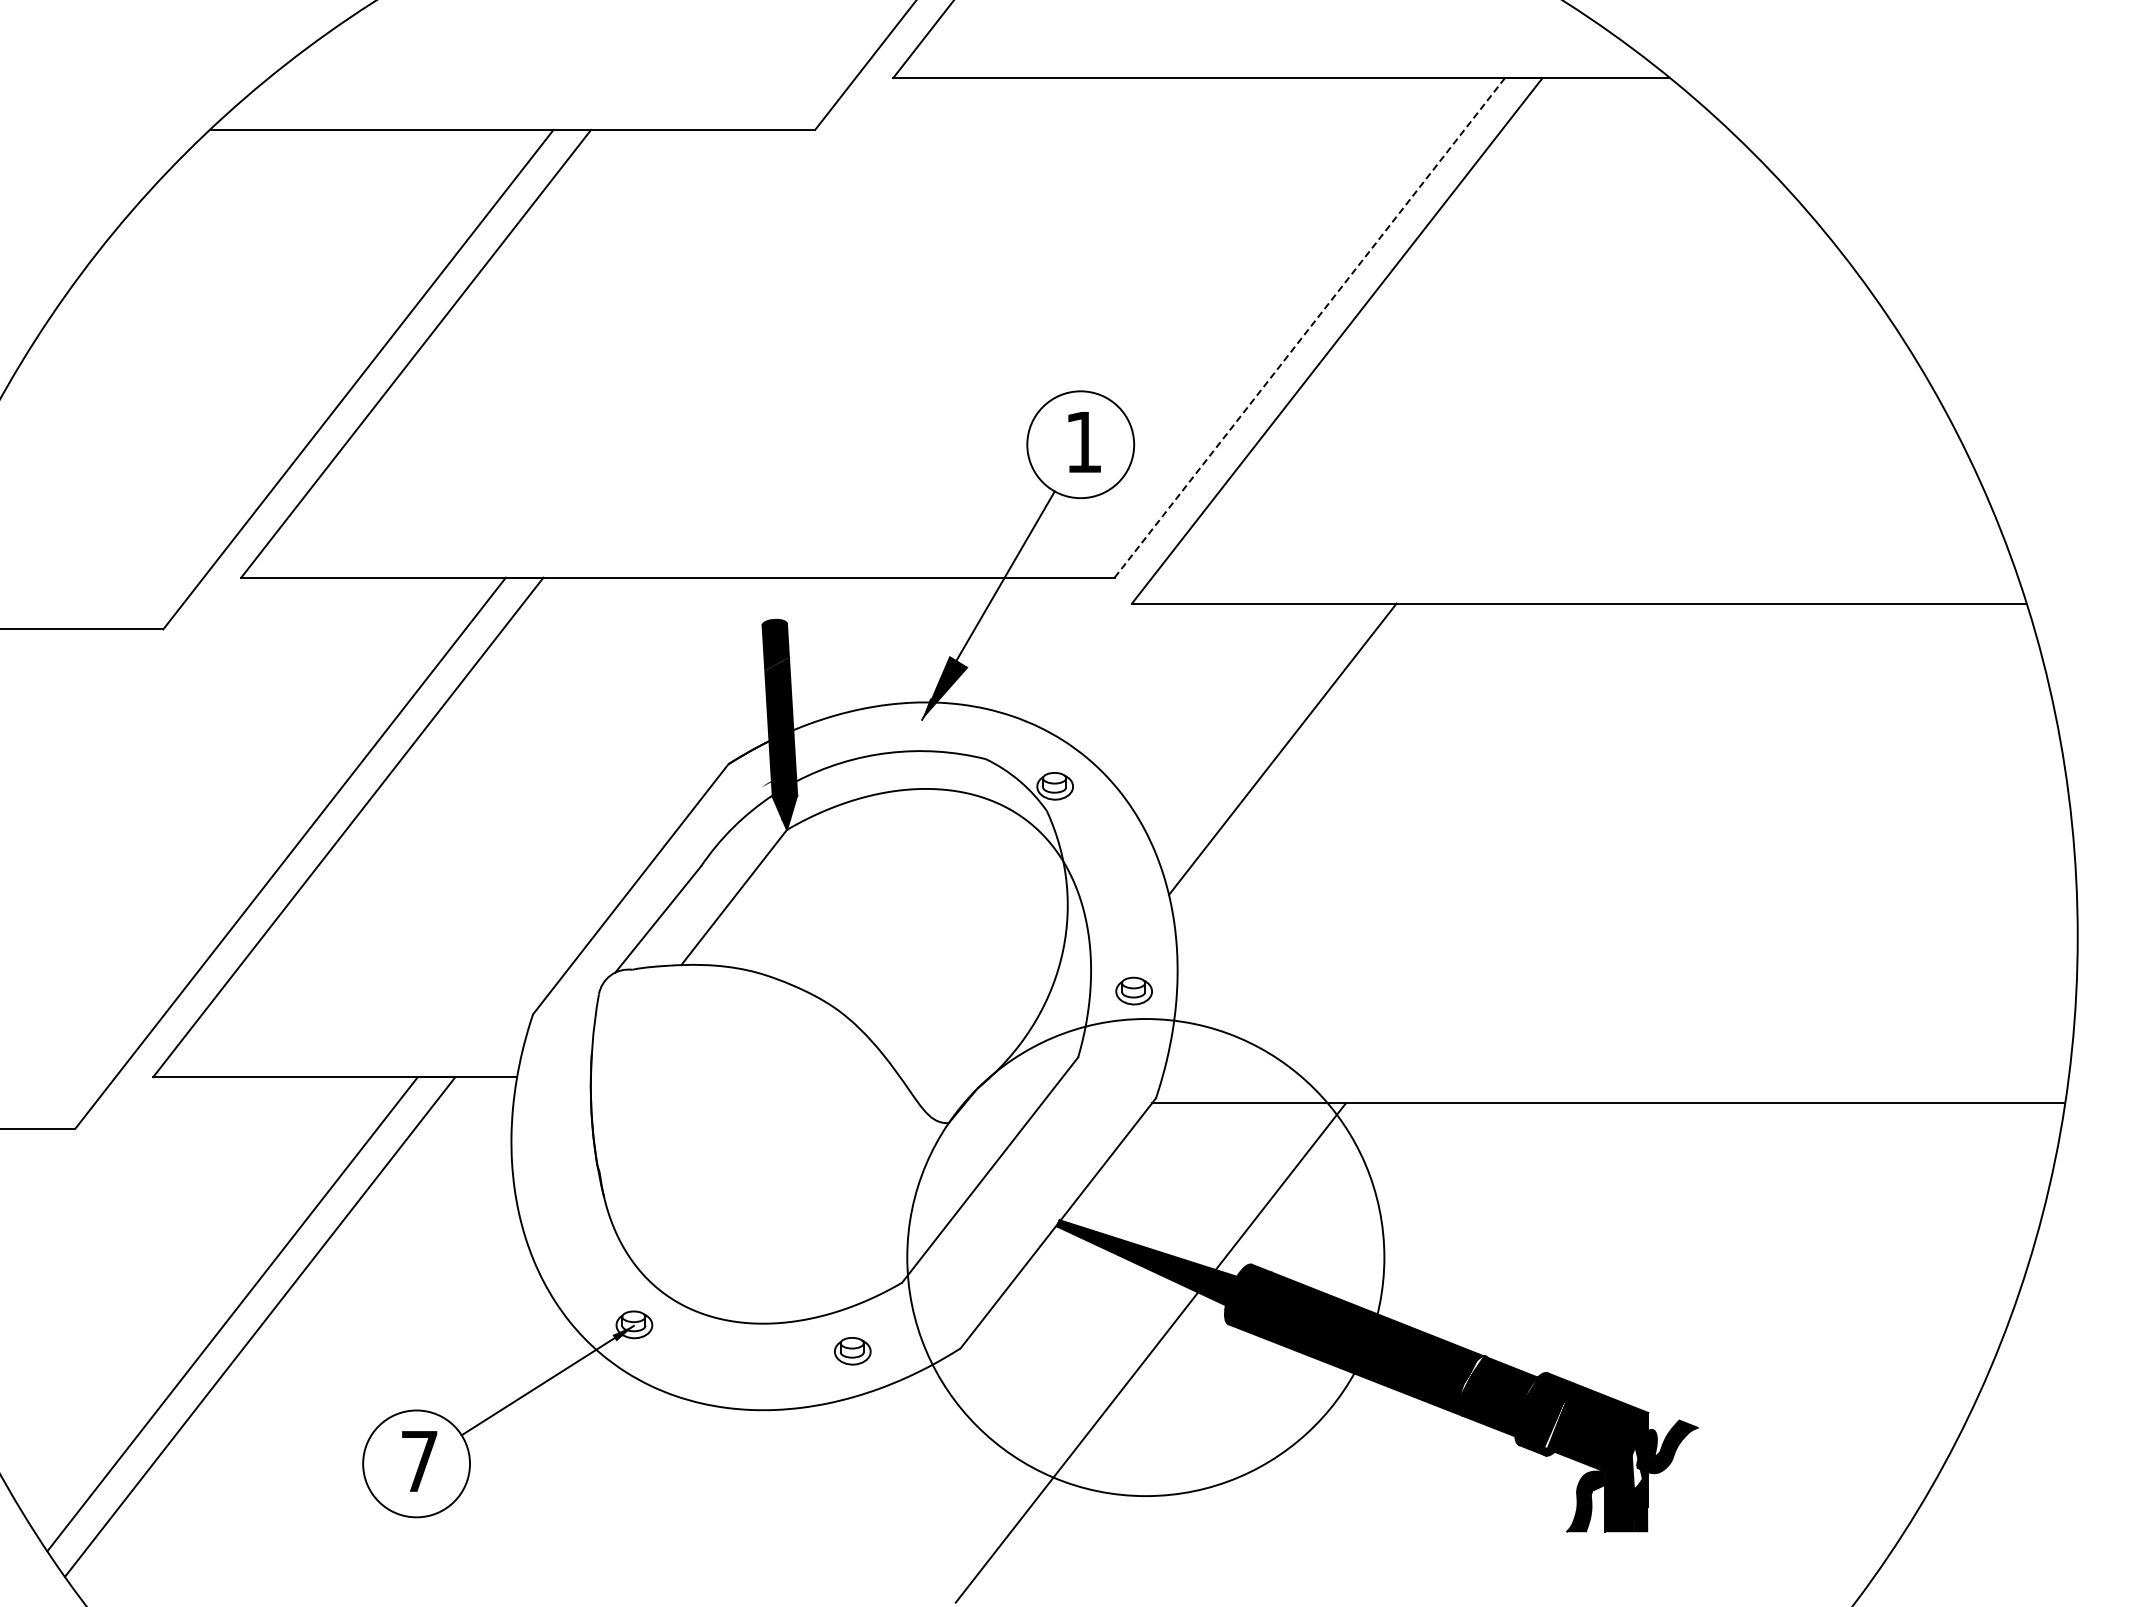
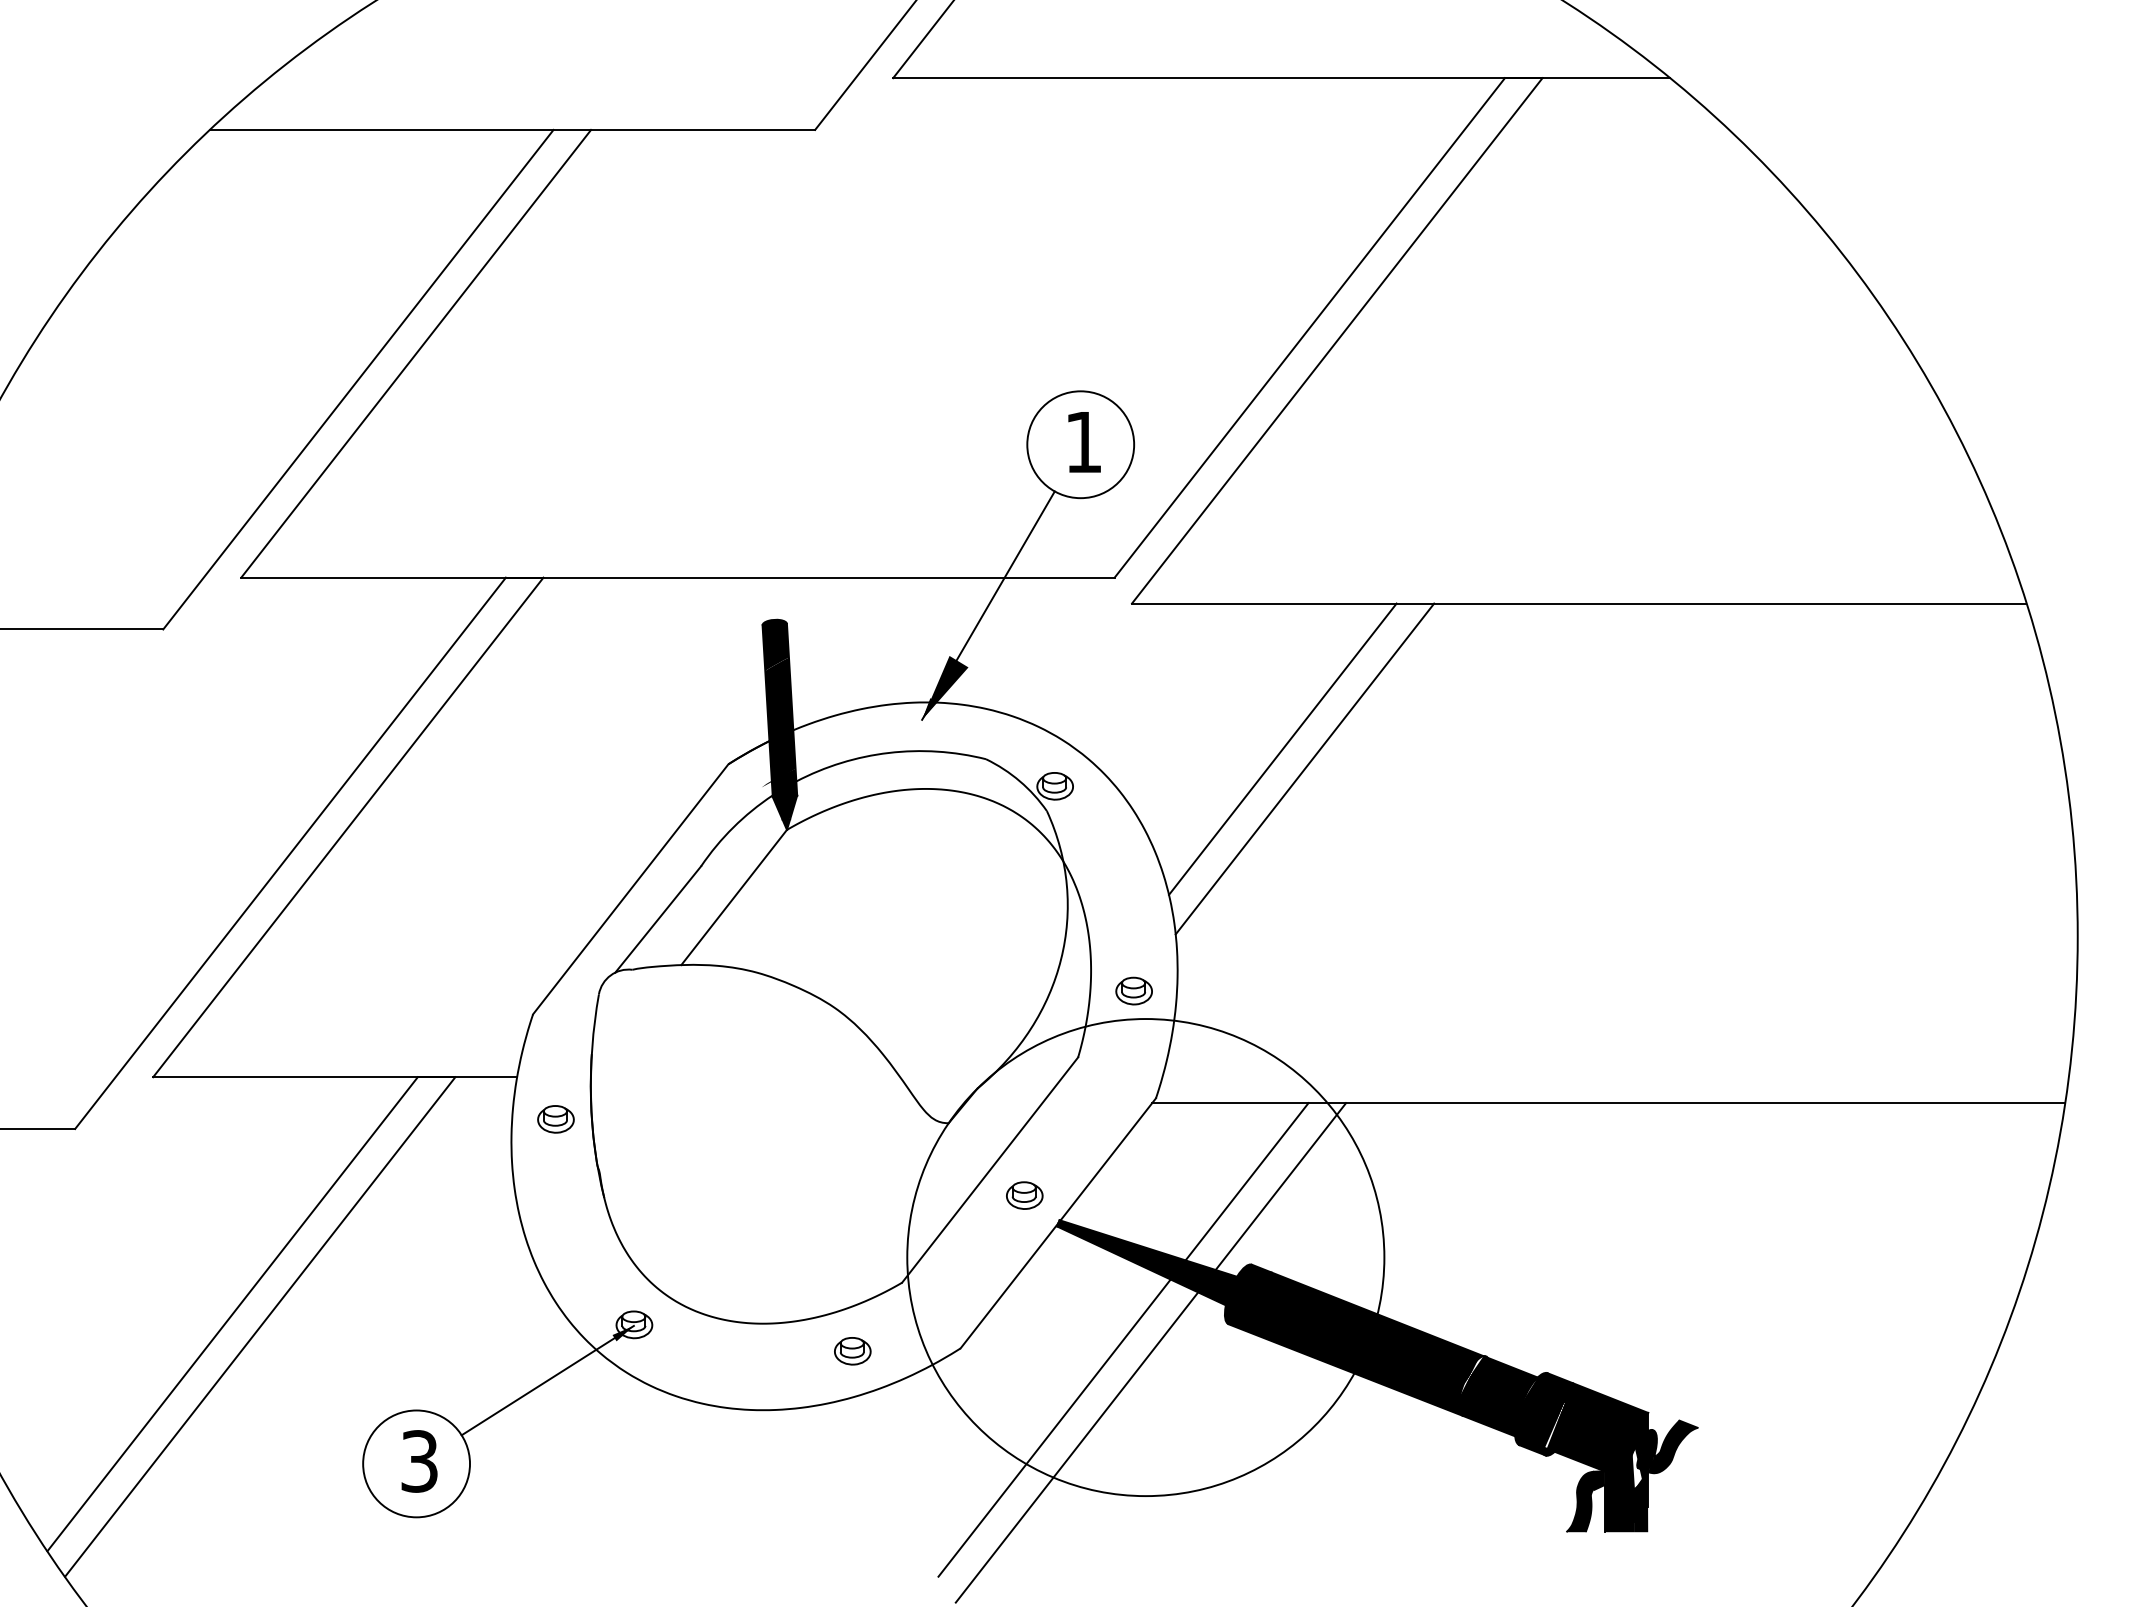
line at (1309, 327): dashed -> solid
line at (1304, 768): none -> present
part at (555, 1119): none -> present
part at (1024, 1195): none -> present
line at (1123, 1339): none -> present
text at (419, 1461): 7 -> 3
